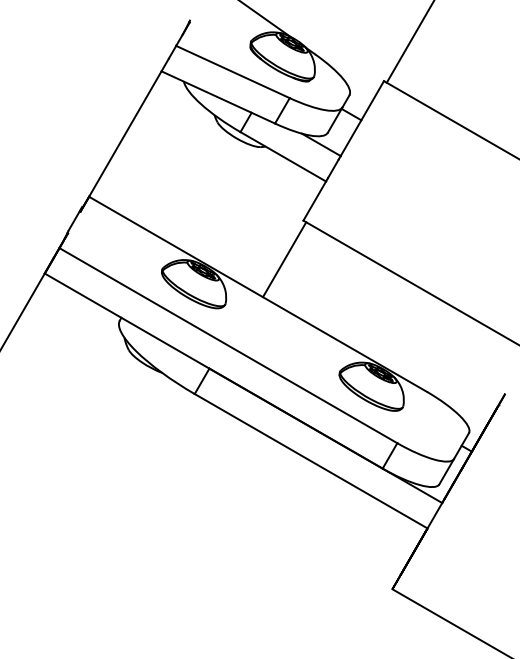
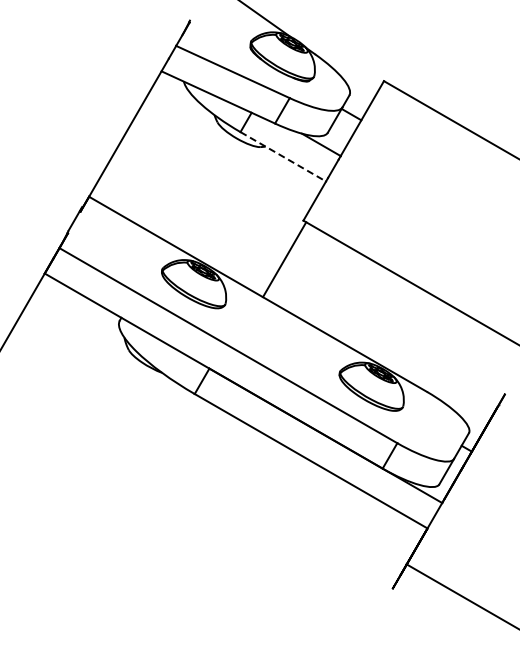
line at (409, 42): present -> none
line at (283, 157): solid -> dashed
line at (449, 622) position: (449, 622) -> (461, 595)
